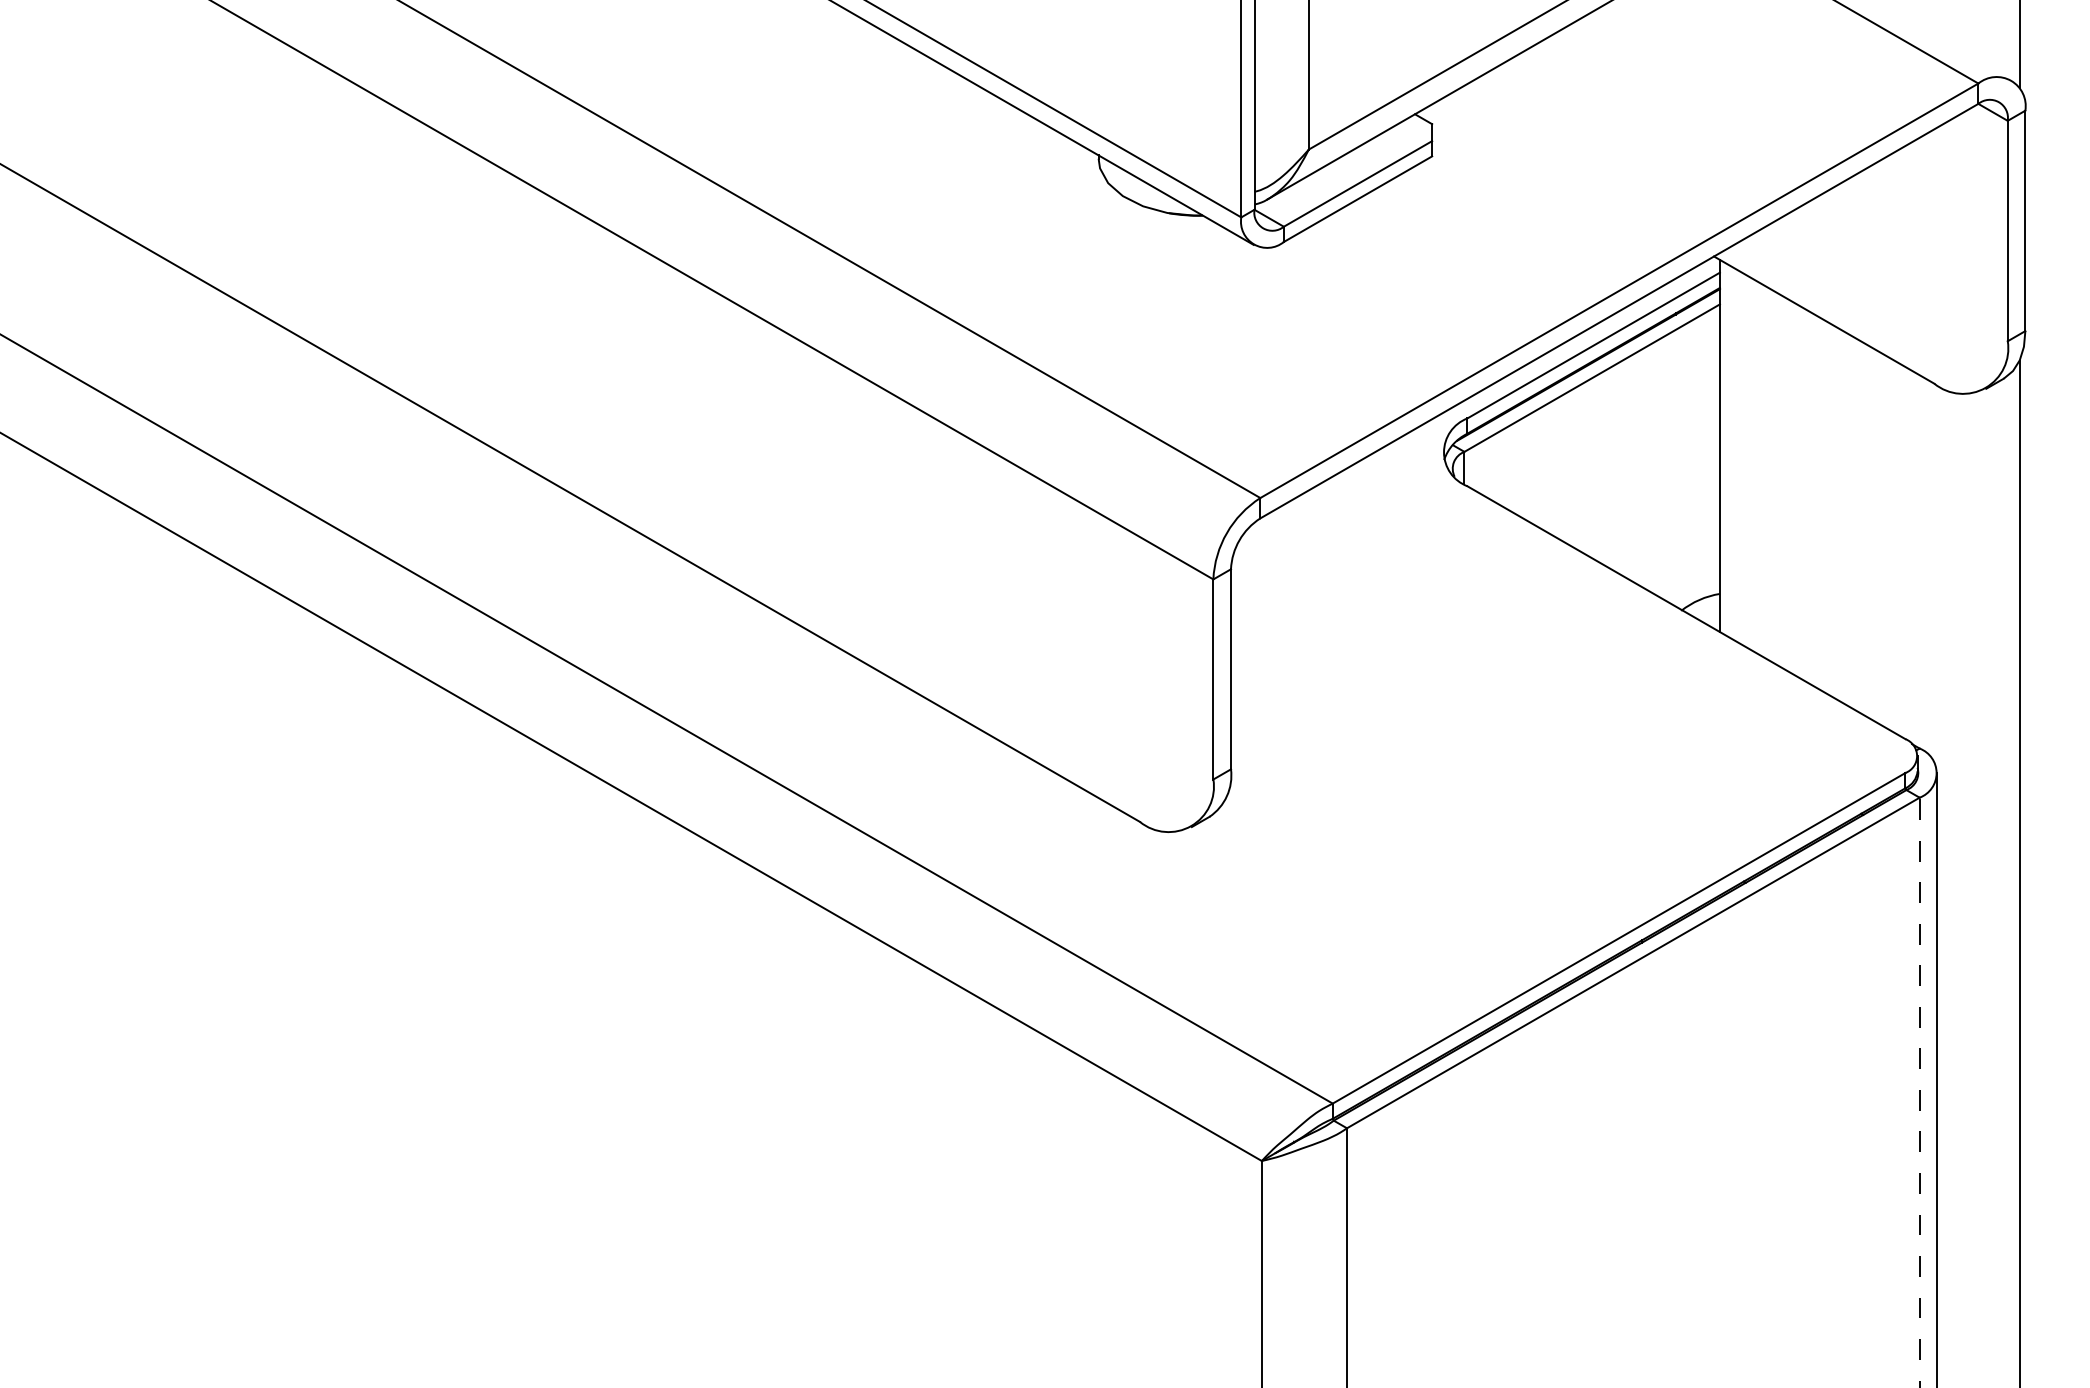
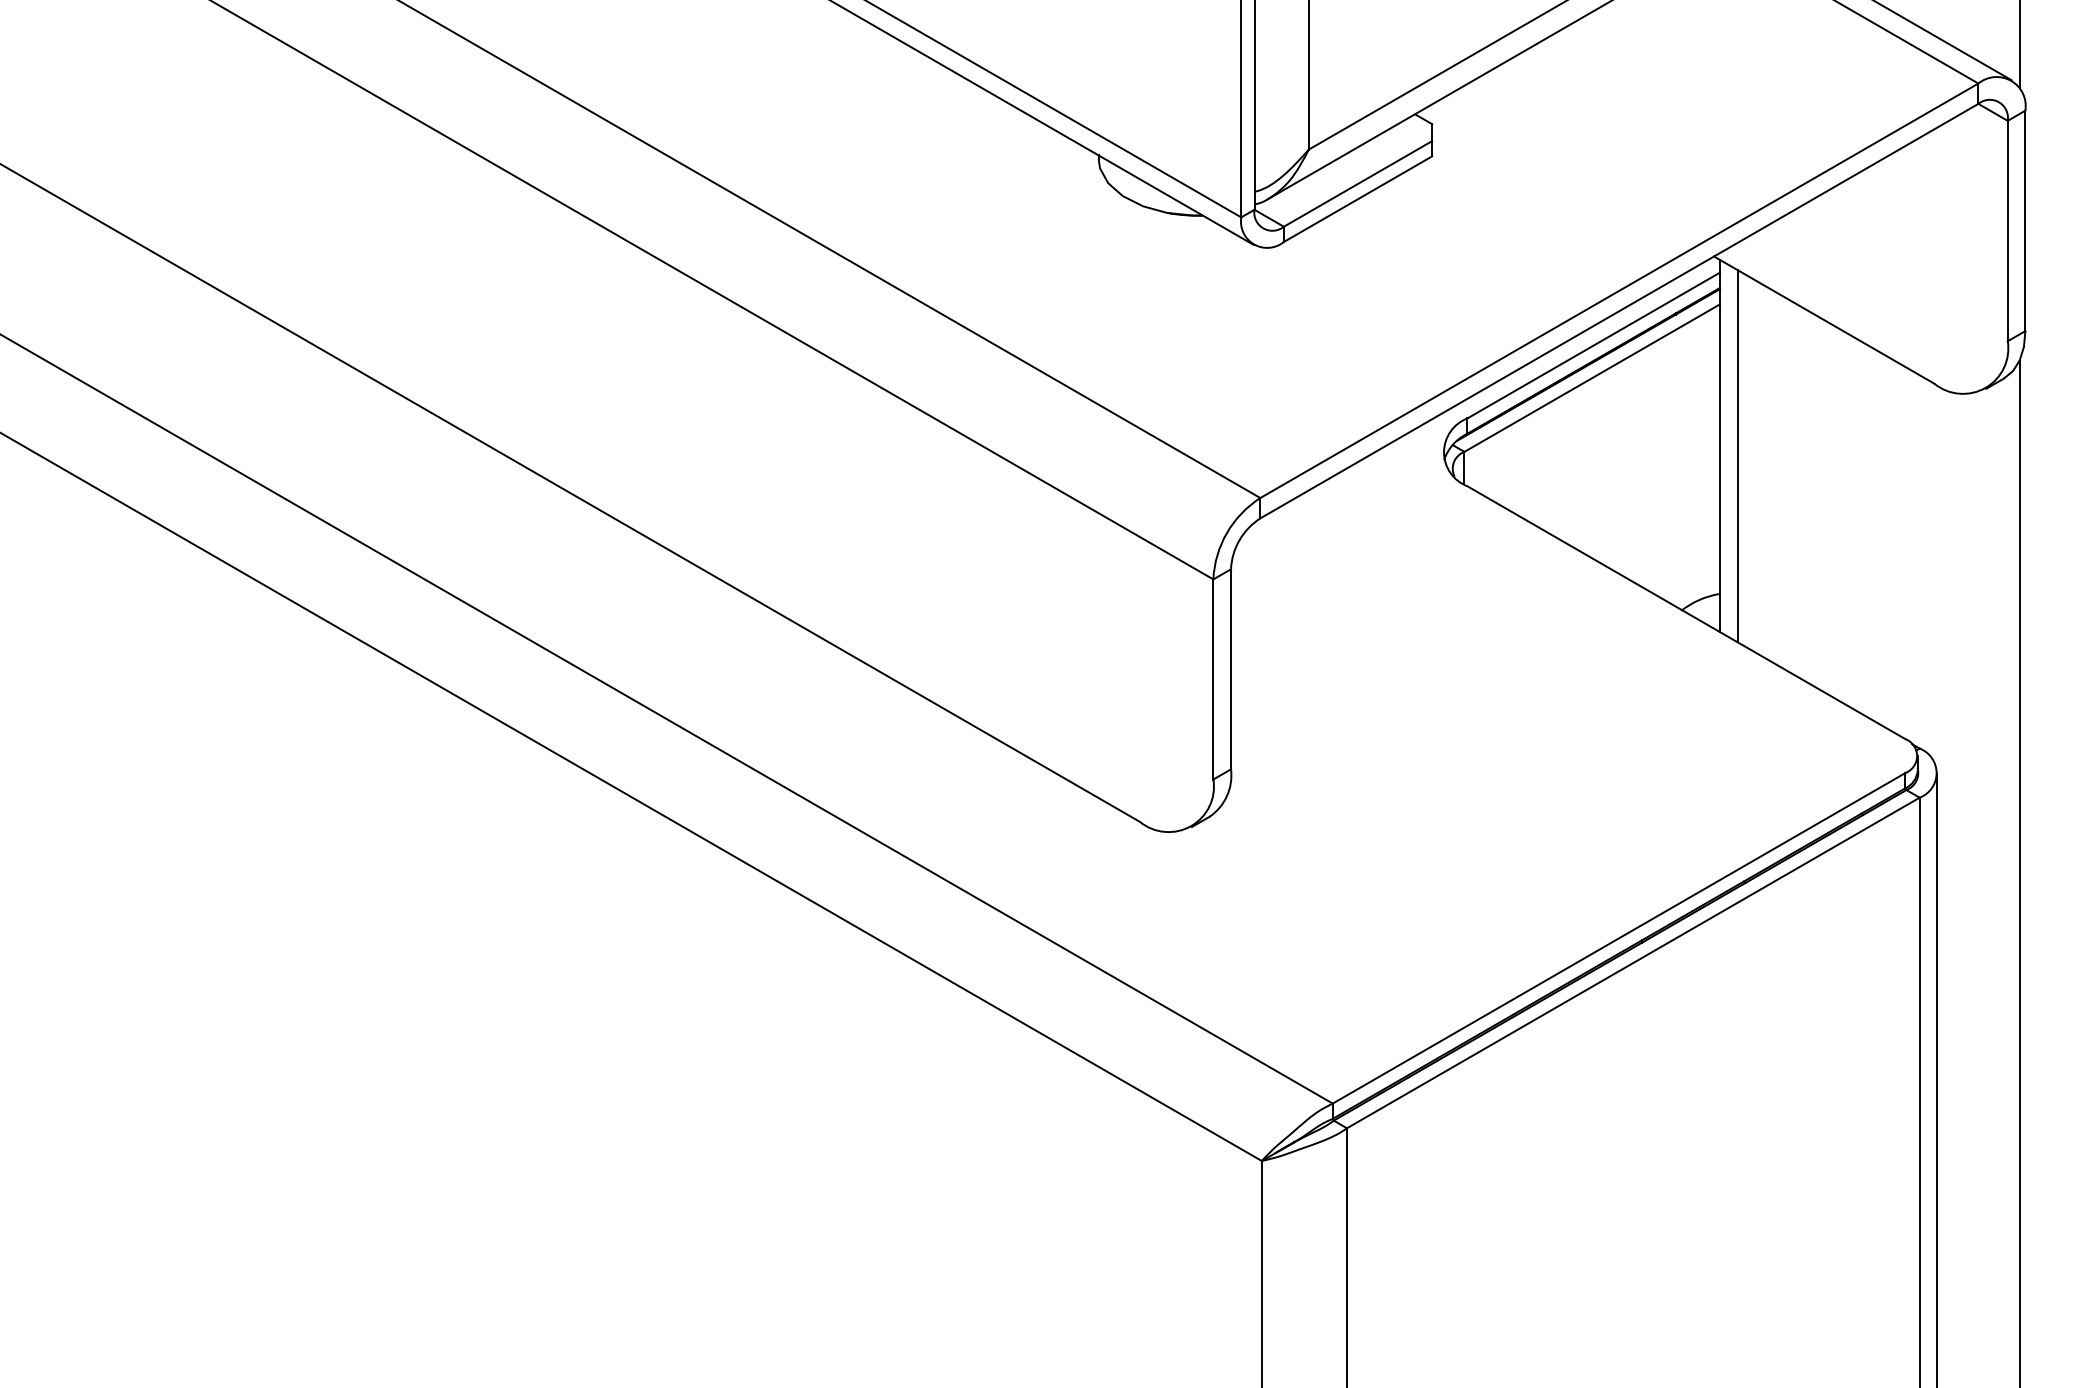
line at (1943, 41): none -> present
line at (1737, 456): none -> present
line at (1919, 1092): dashed -> solid
